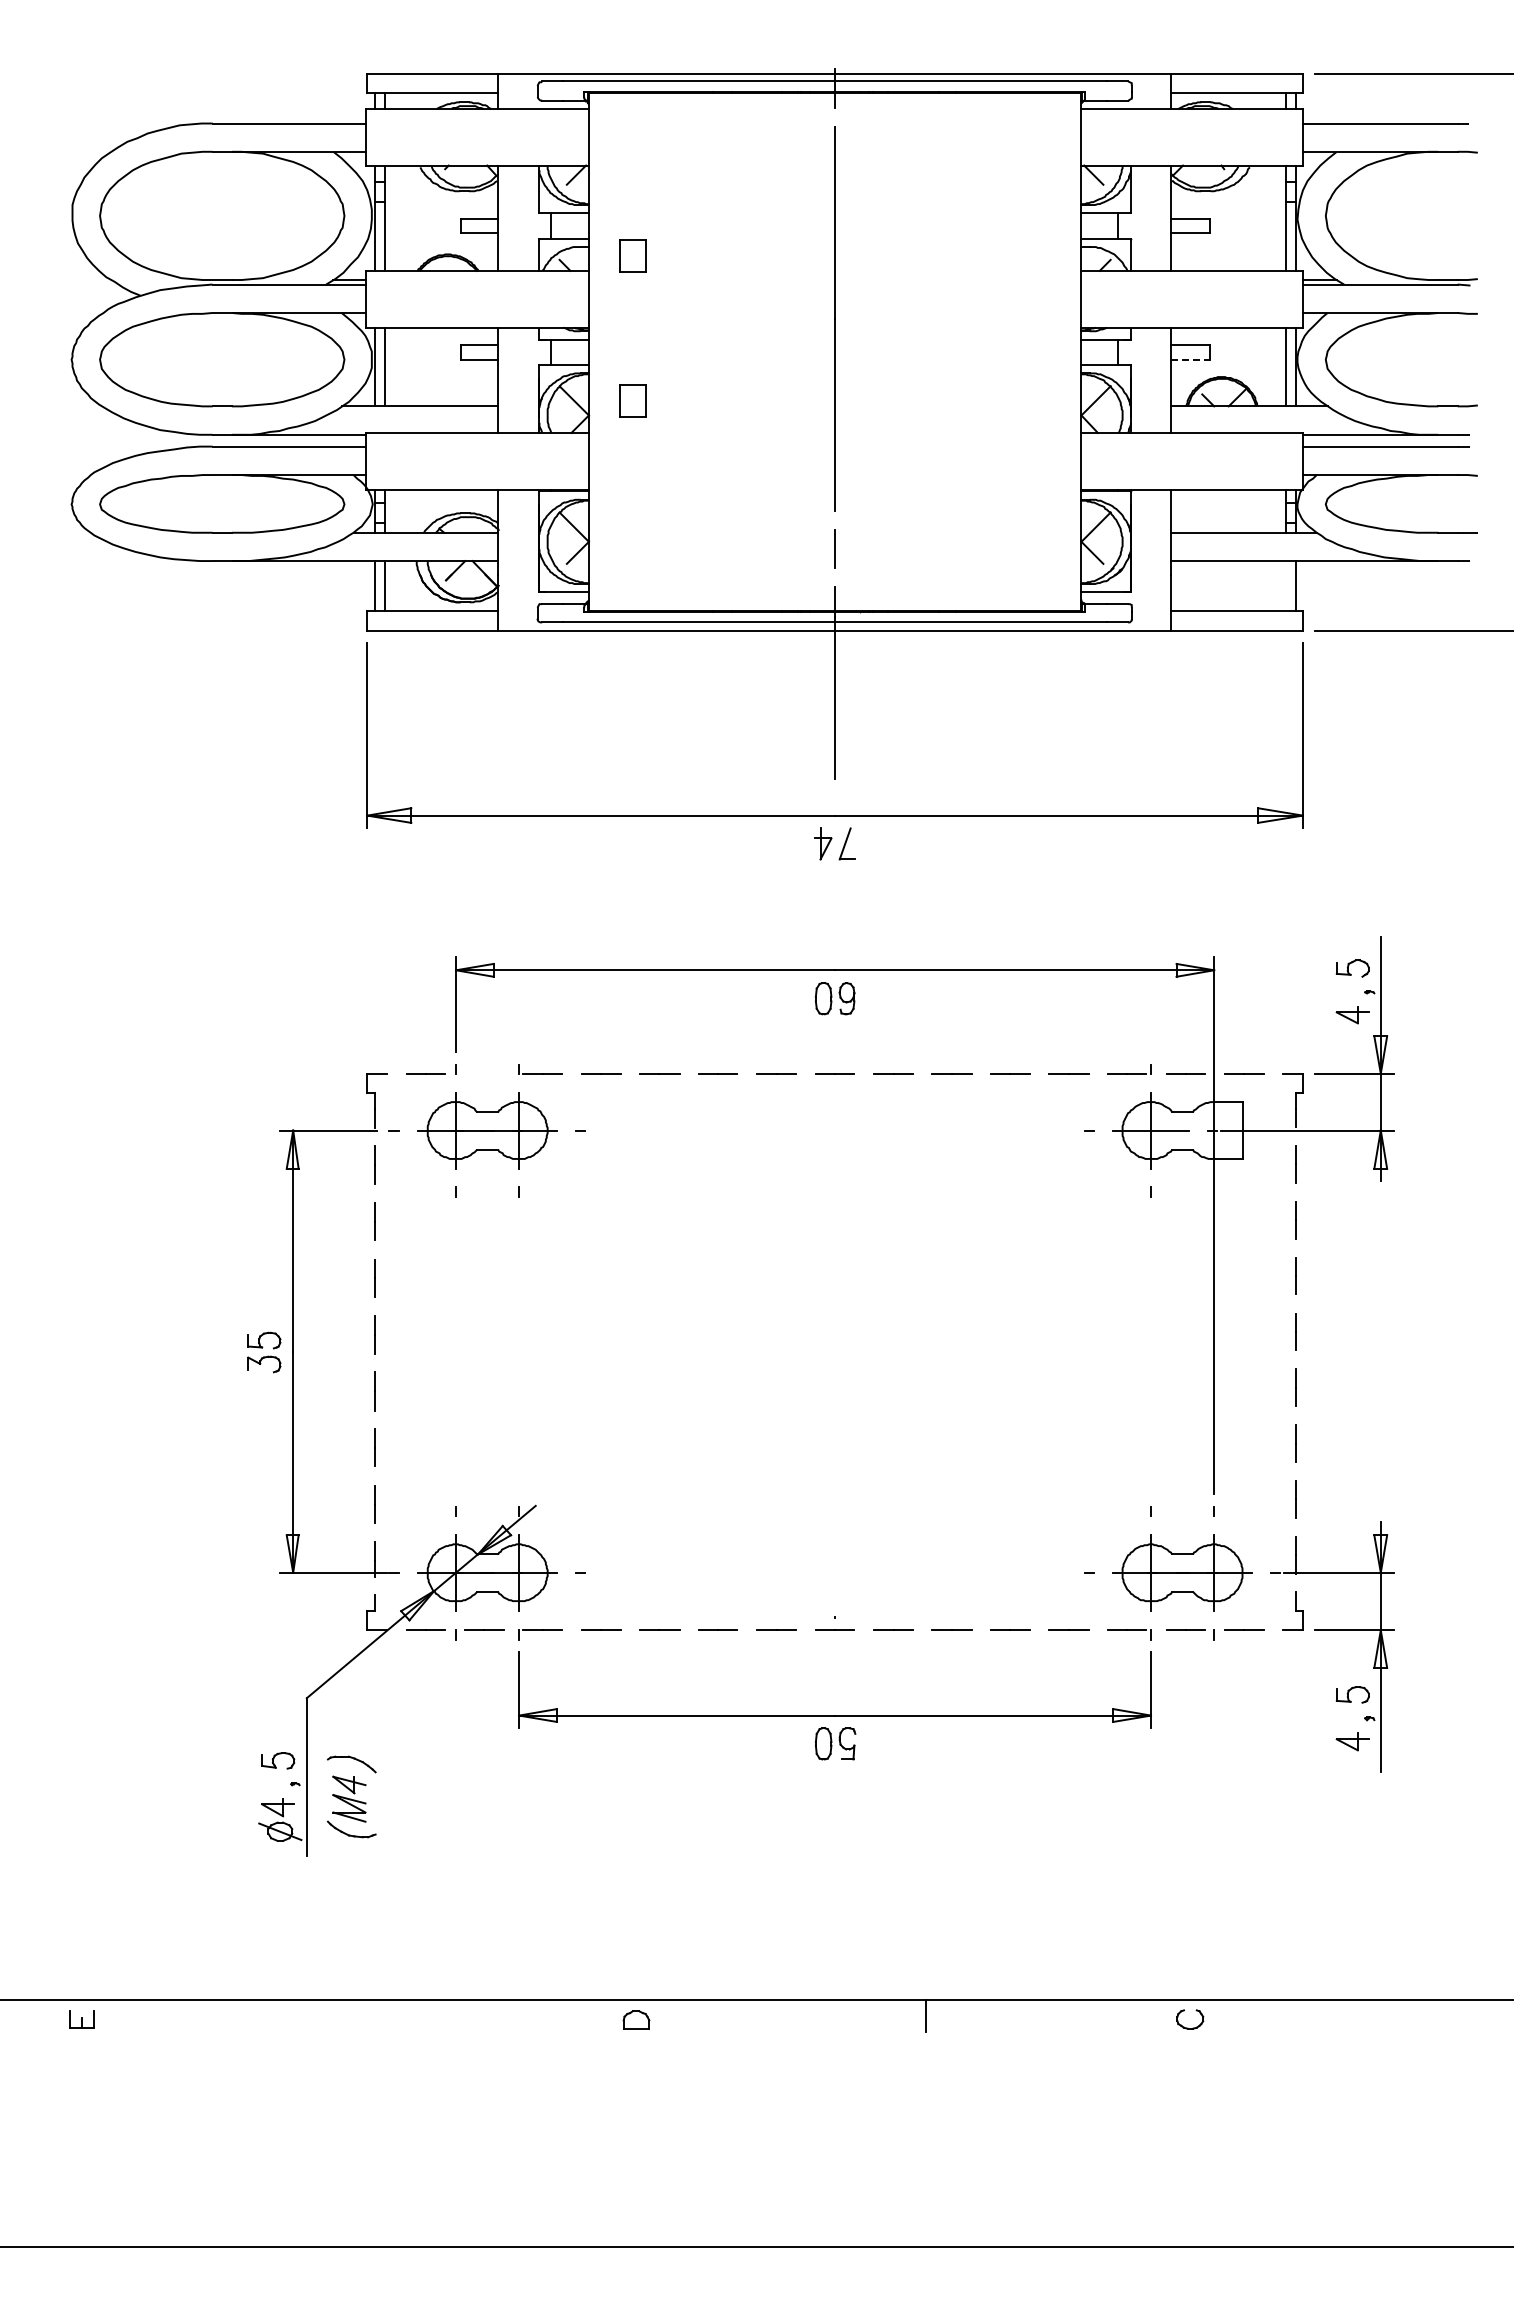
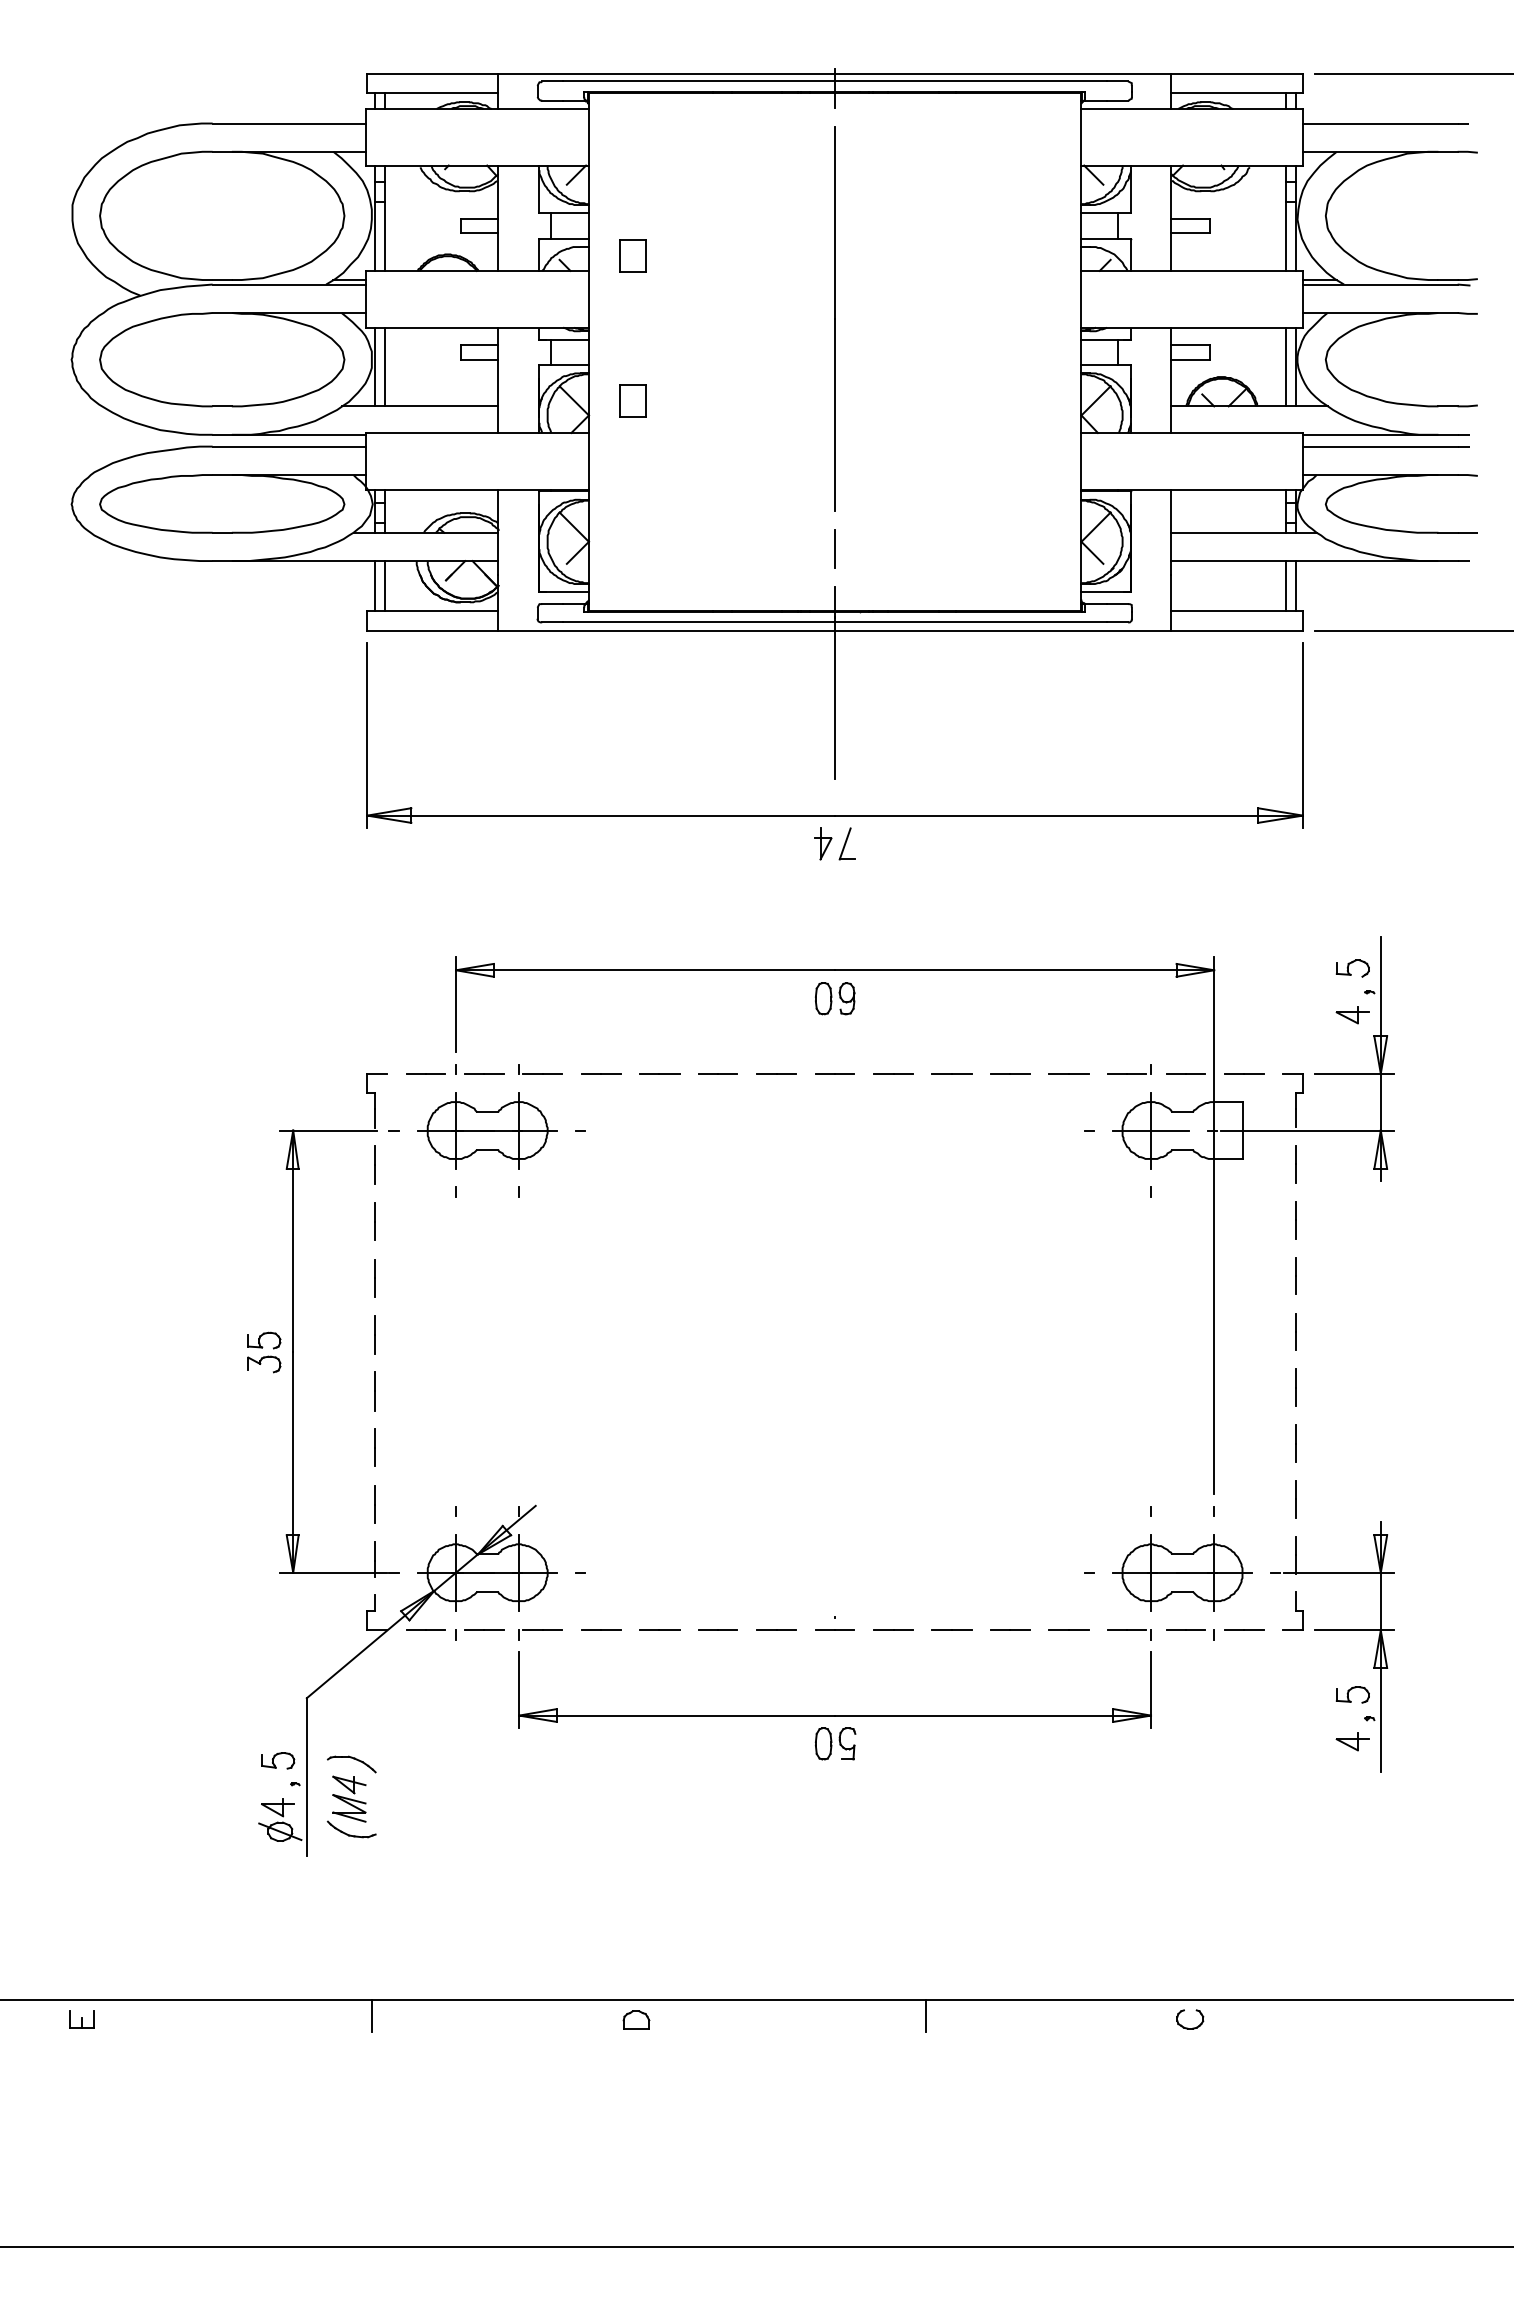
line at (1190, 359): dashed -> solid
line at (1285, 586): none -> present
line at (484, 1073): none -> present
line at (371, 2016): none -> present
